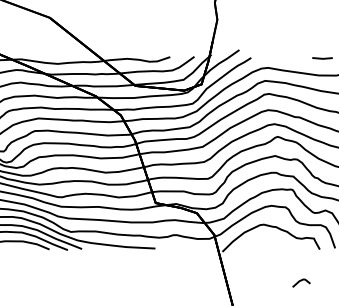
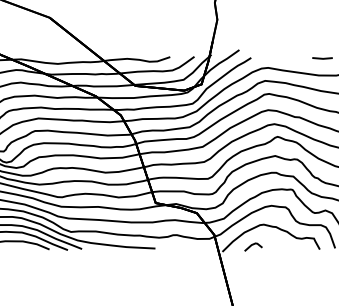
line at (301, 281) position: (301, 281) -> (253, 245)
